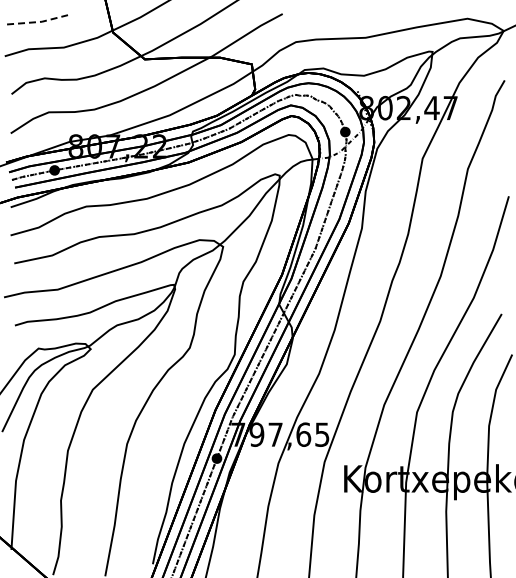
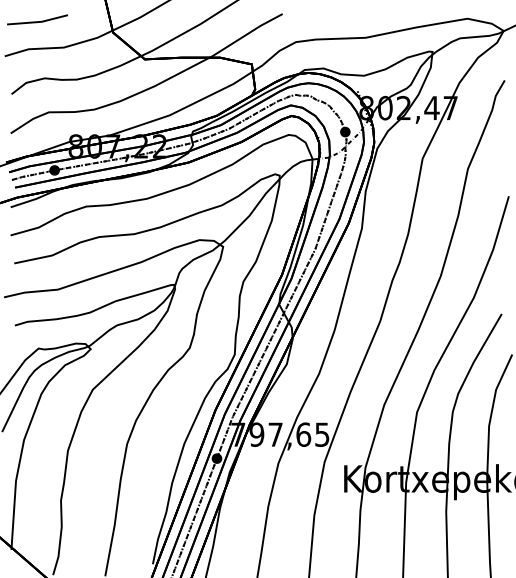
line at (38, 22): dashed -> solid
